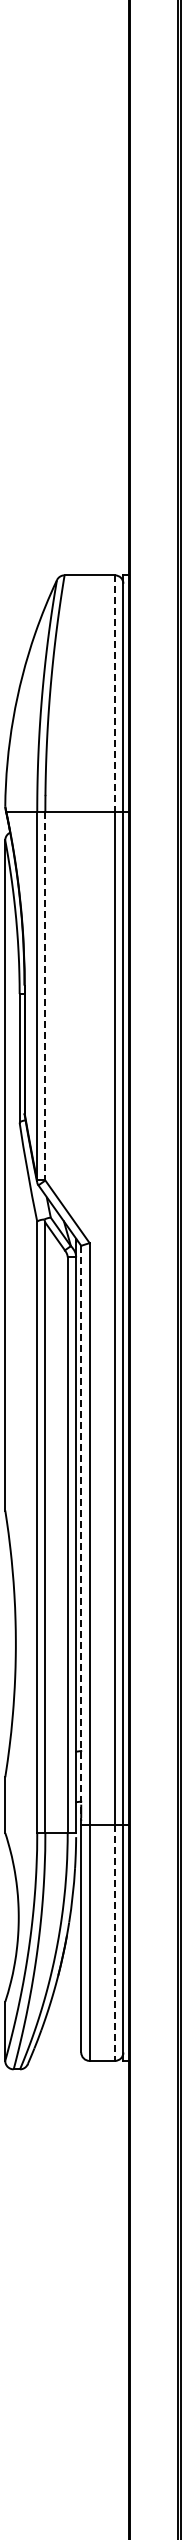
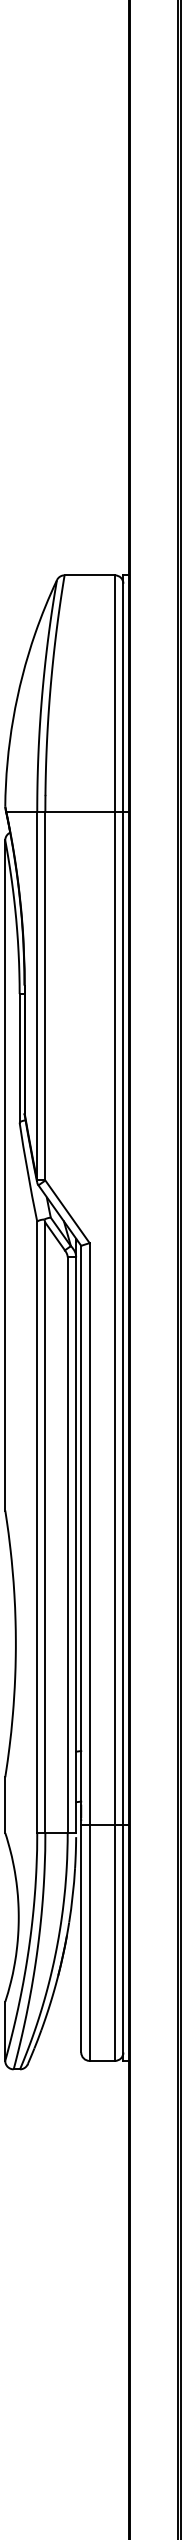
line at (114, 694): dashed -> solid
line at (45, 996): dashed -> solid
line at (81, 1535): dashed -> solid
line at (114, 1943): dashed -> solid
